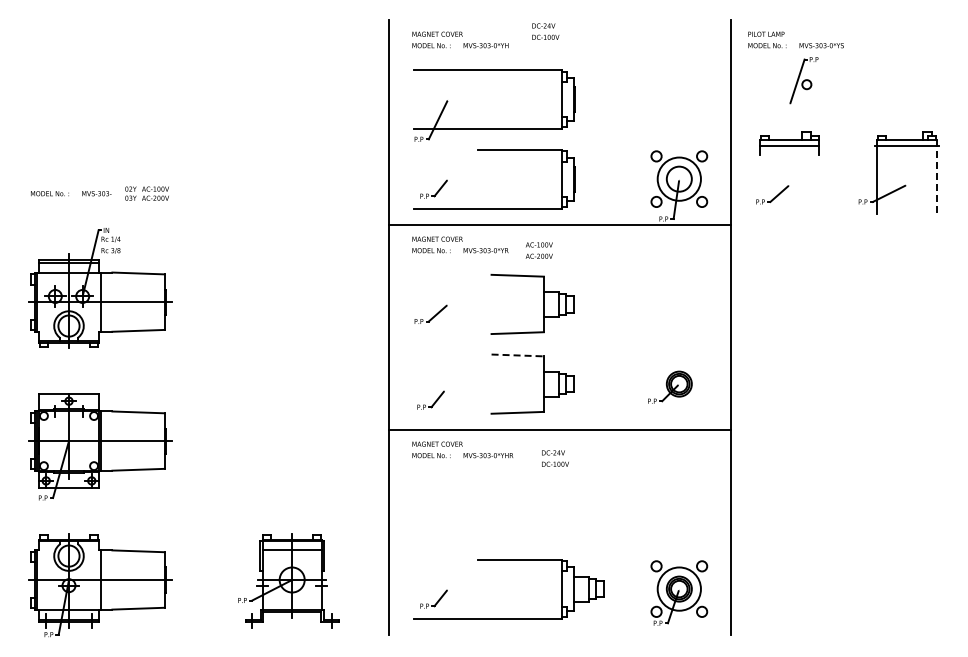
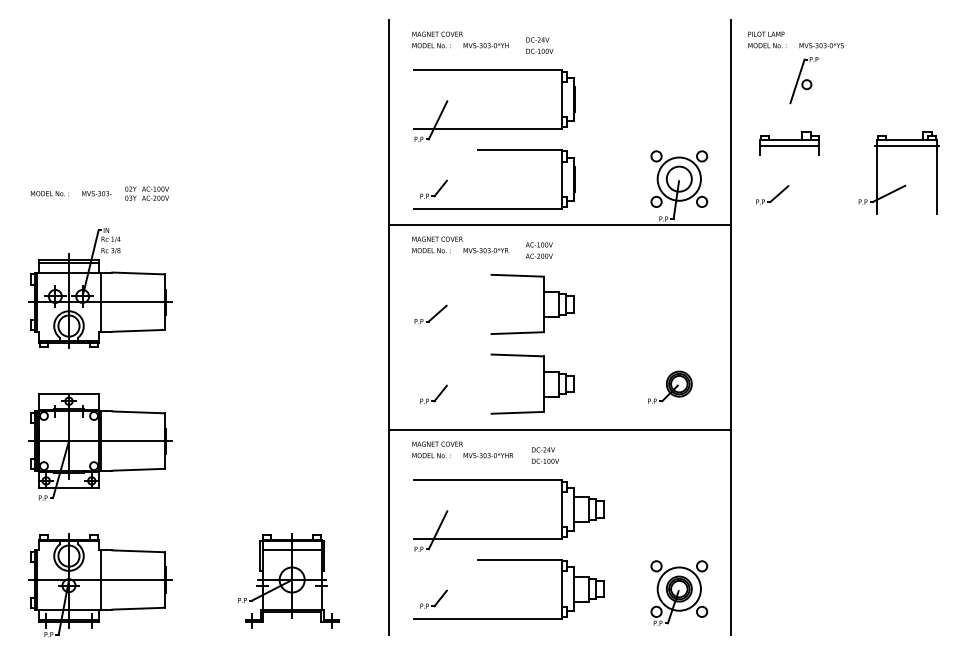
text at (545, 31) position: (545, 31) -> (539, 45)
line at (936, 177): dashed -> solid
line at (518, 355): dashed -> solid
part at (430, 399) position: (430, 399) -> (433, 393)
text at (555, 458) position: (555, 458) -> (545, 455)
part at (508, 538): none -> present
